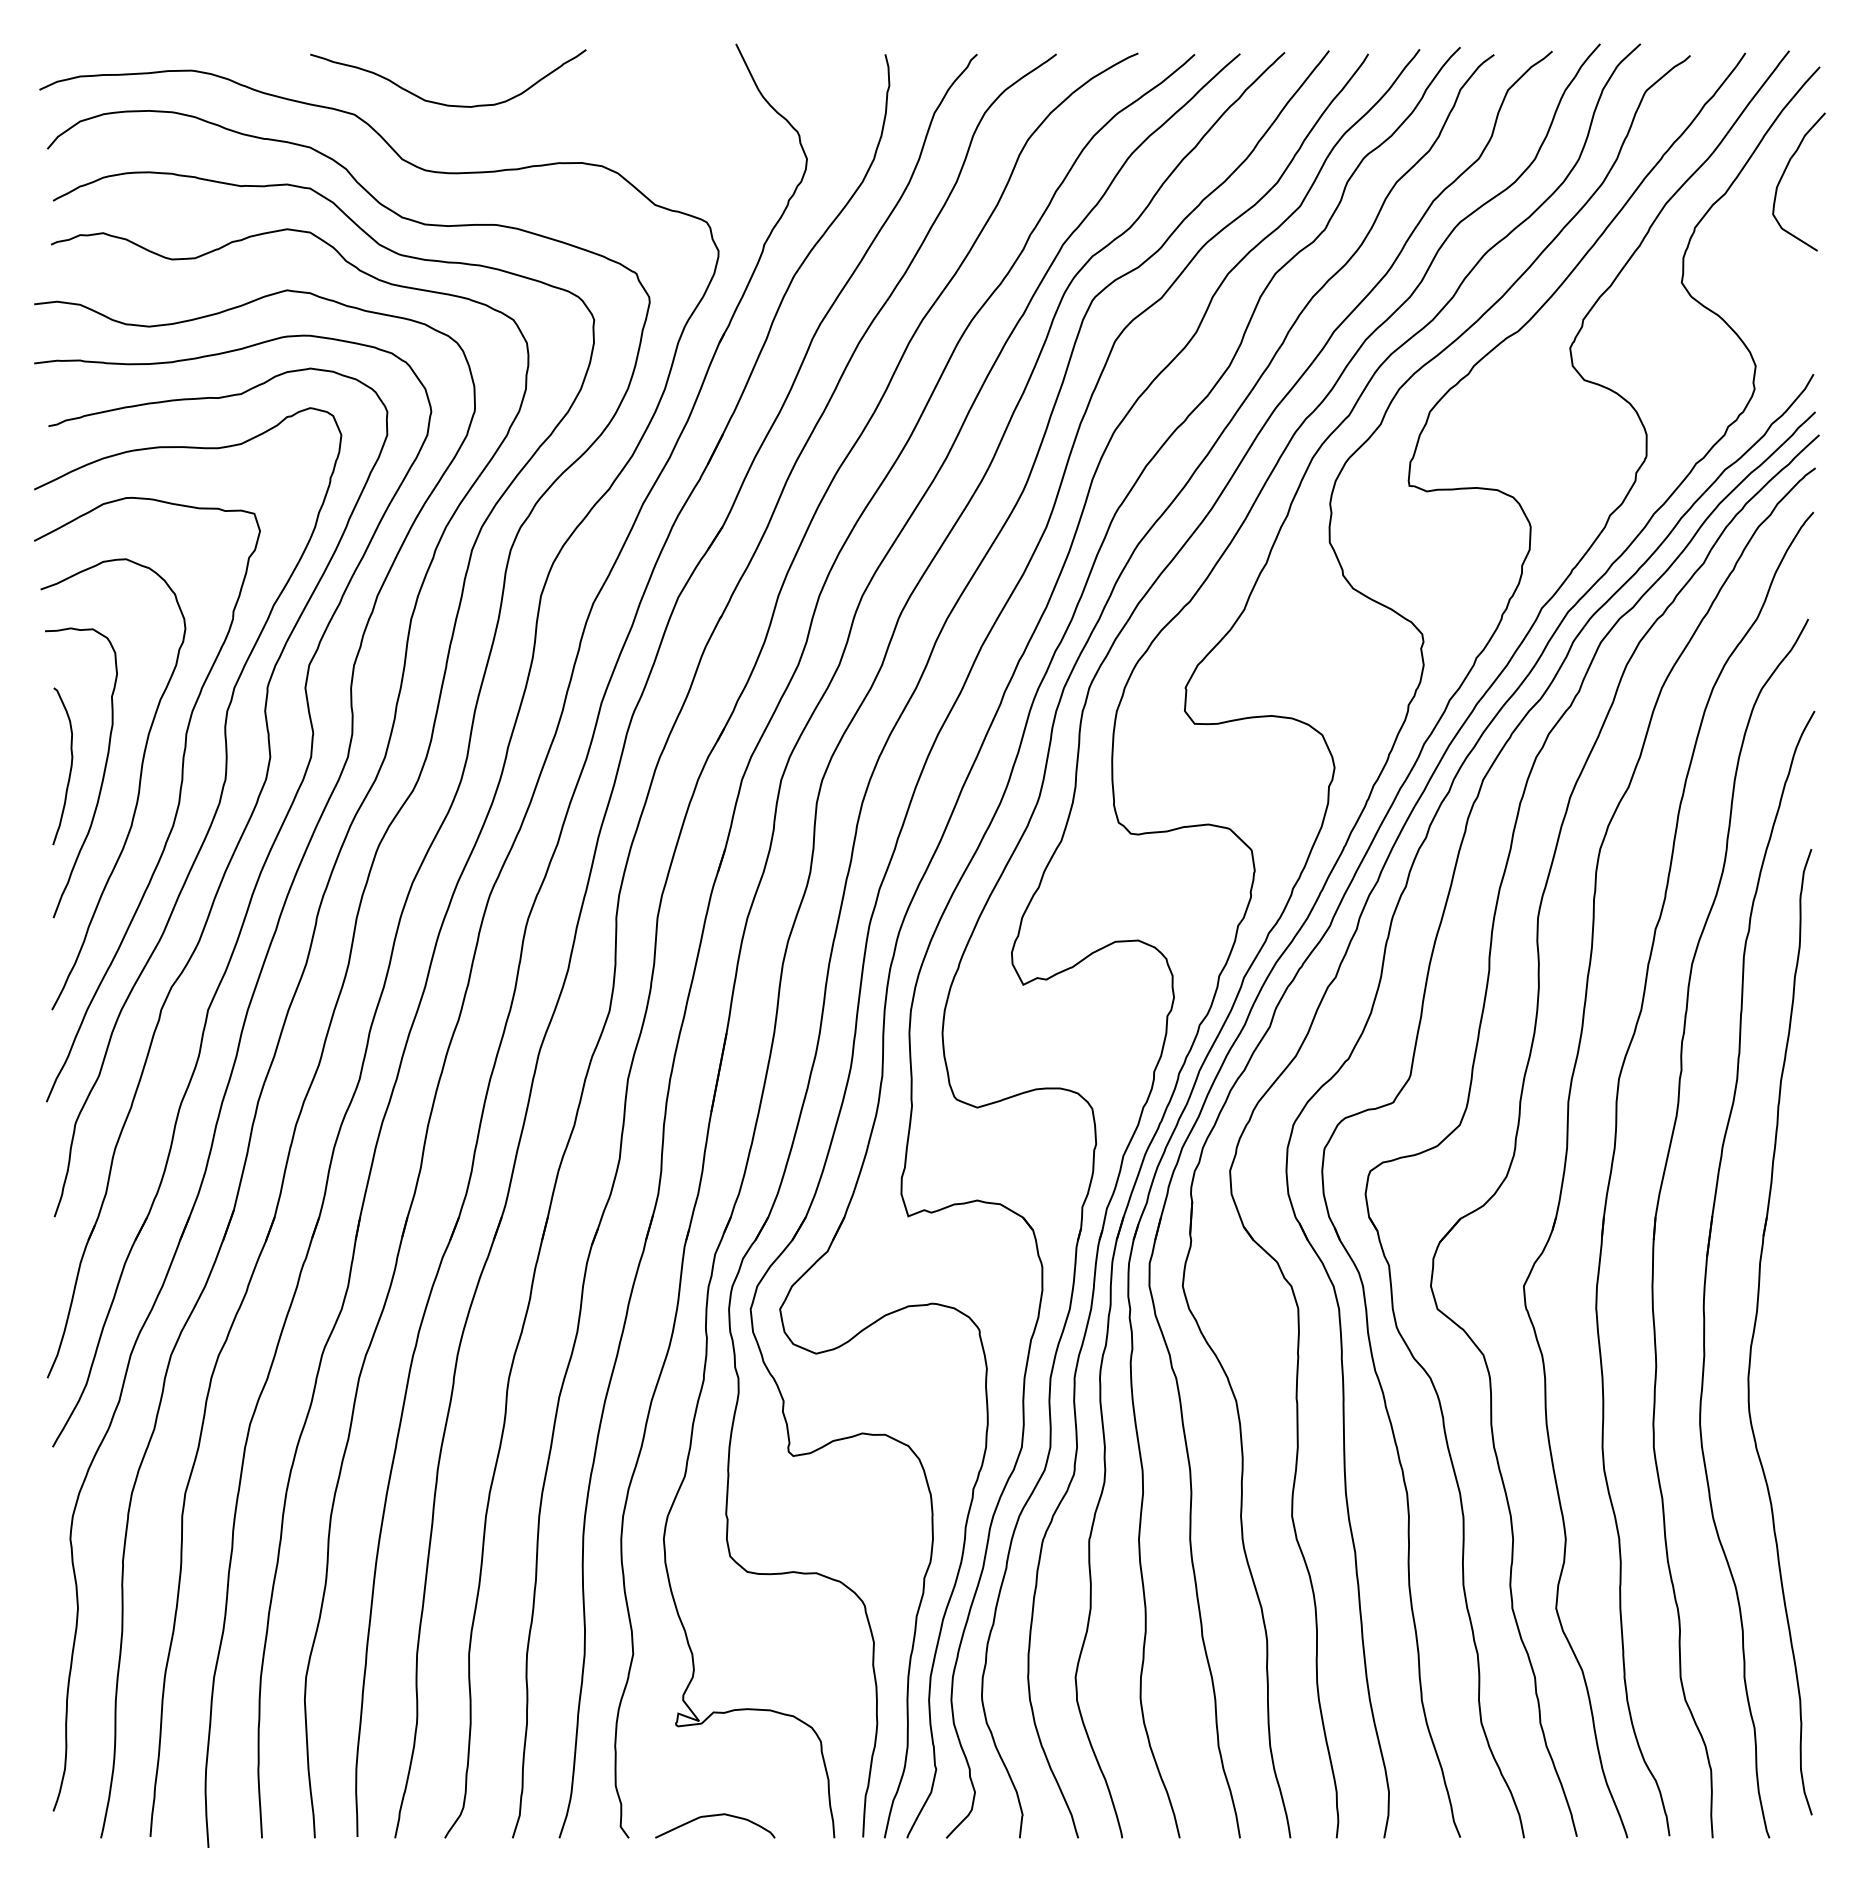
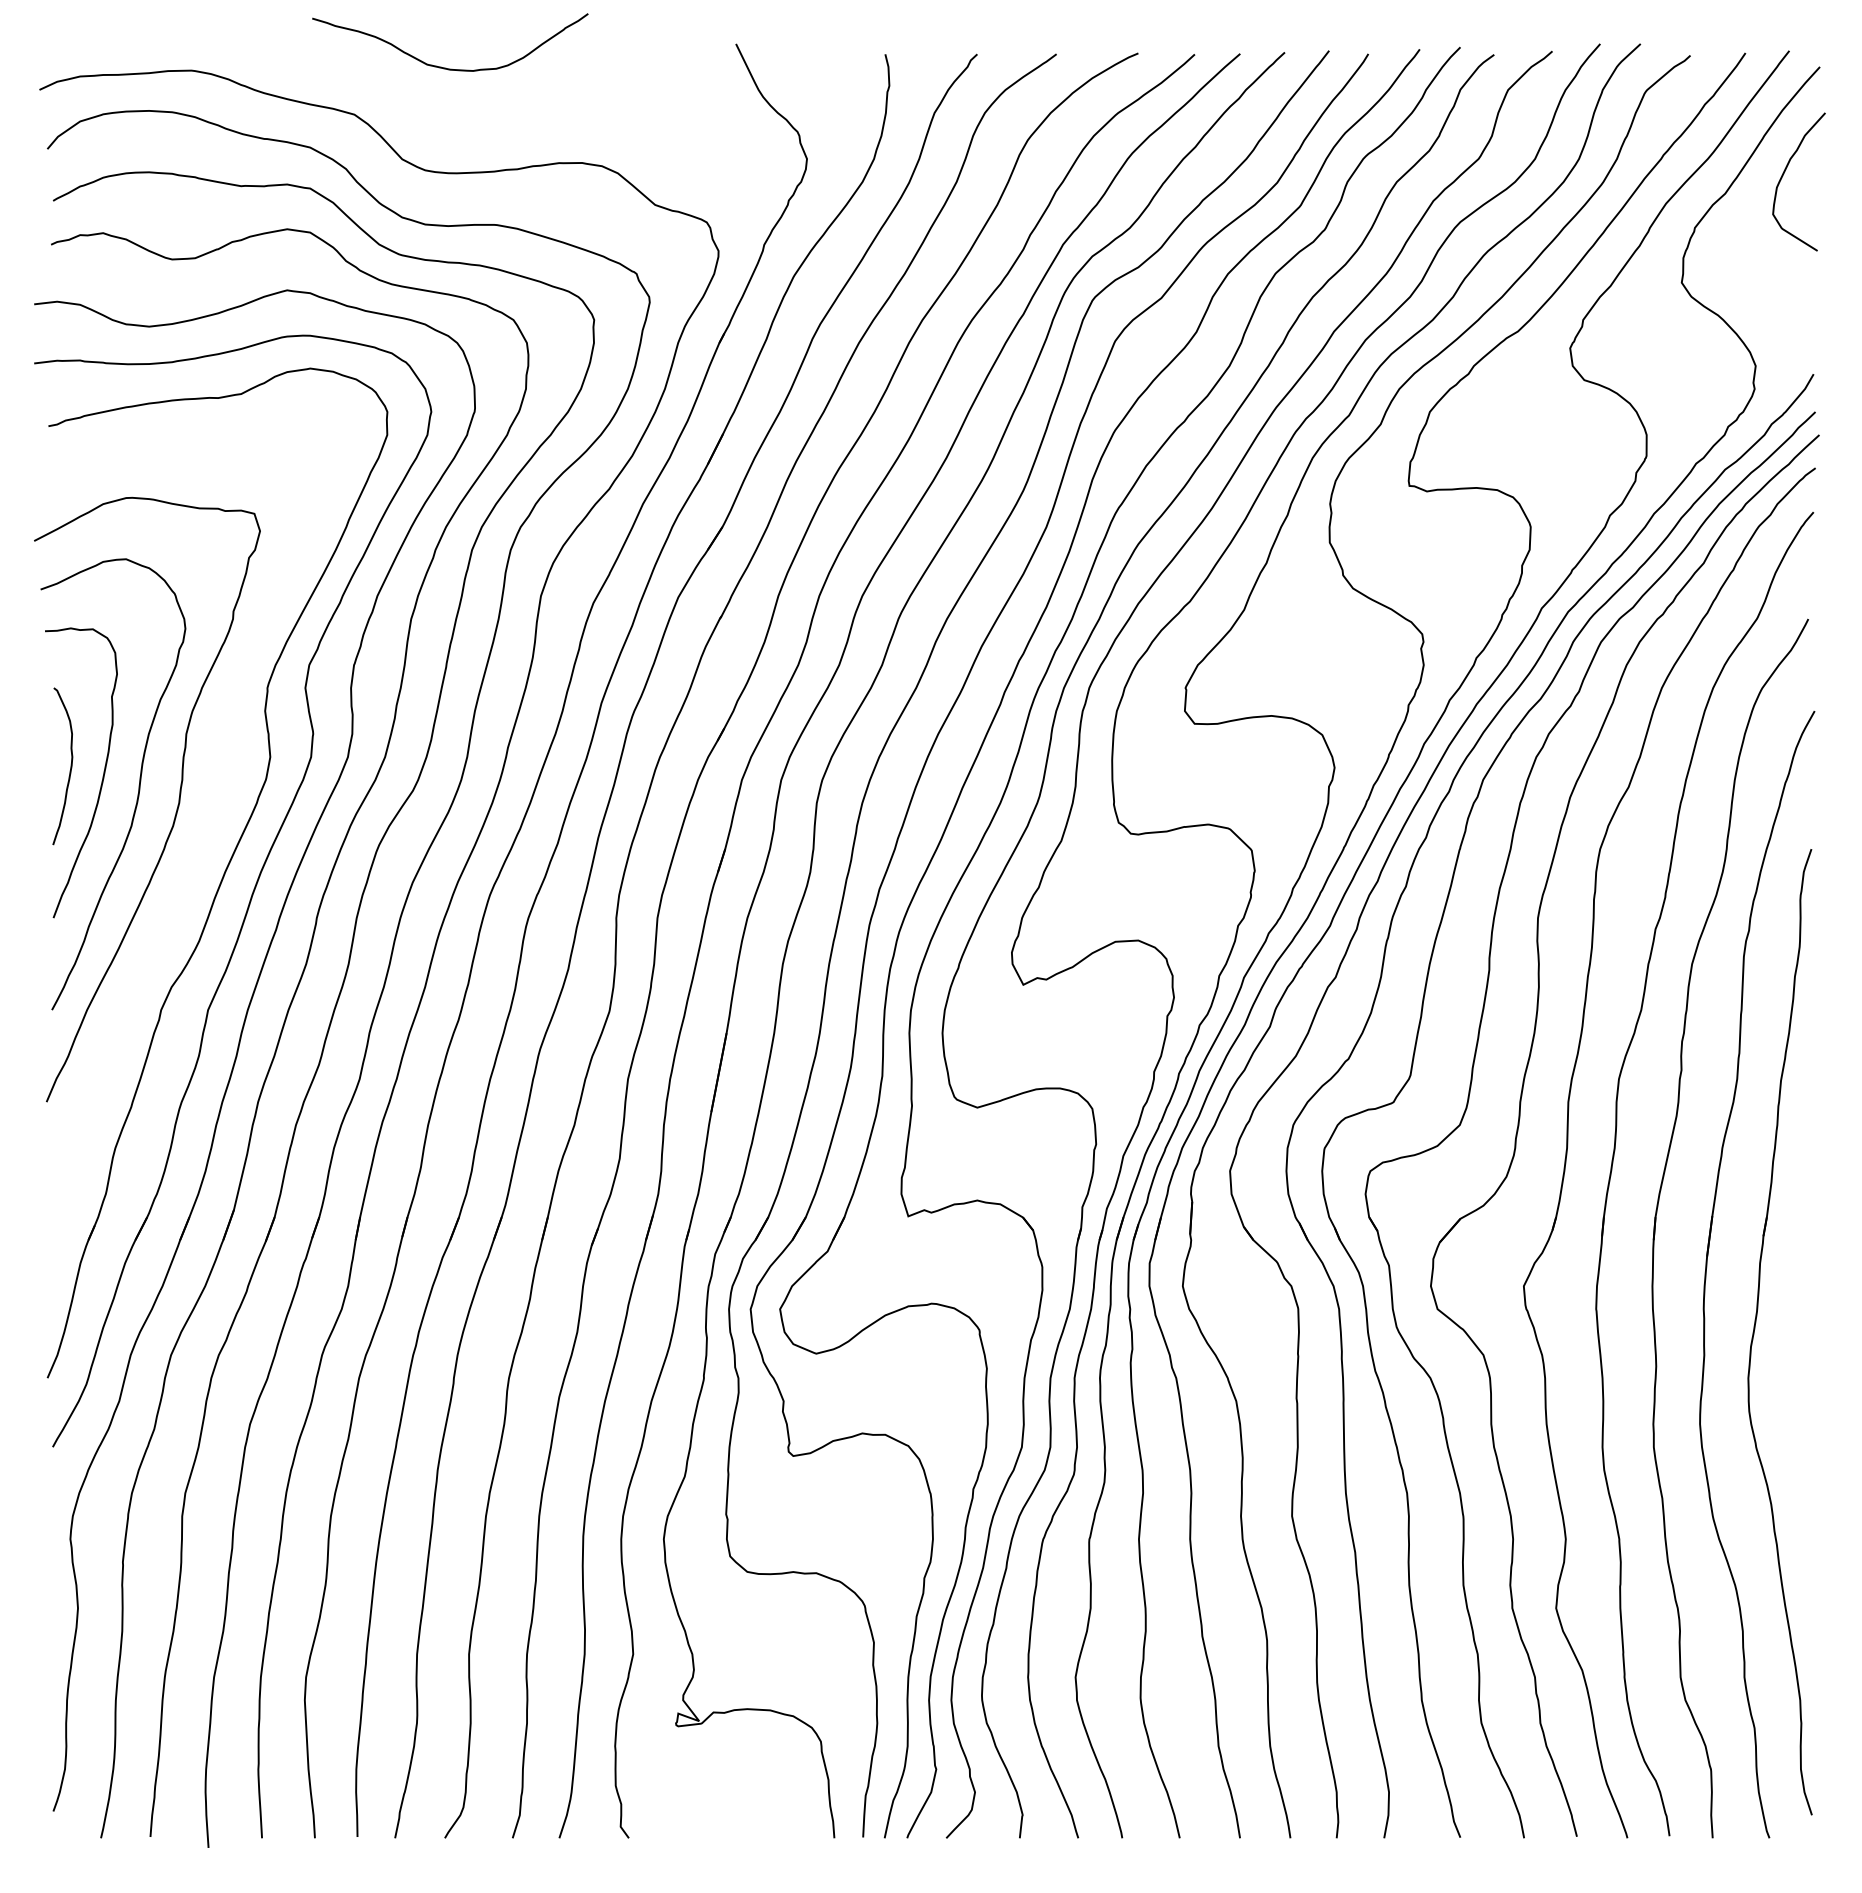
curve at (443, 103) position: (443, 103) -> (445, 67)
curve at (211, 820): present -> none
curve at (715, 1816): present -> none
